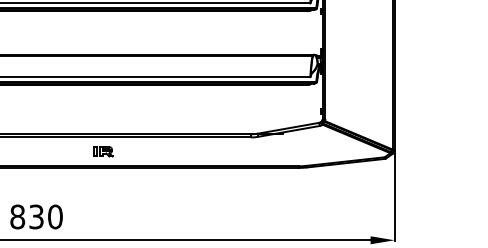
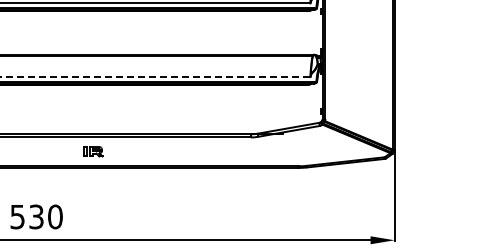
line at (155, 77): solid -> dashed
part at (103, 151) position: (103, 151) -> (93, 151)
text at (17, 216): 830 -> 530
